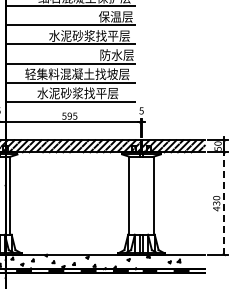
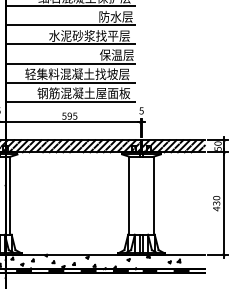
text at (110, 16): 保温层 -> 防水层
text at (110, 54): 防水层 -> 保温层
text at (83, 93): 水泥砂浆找平层 -> 钢筋混凝土屋面板
line at (224, 204): dashed -> solid
